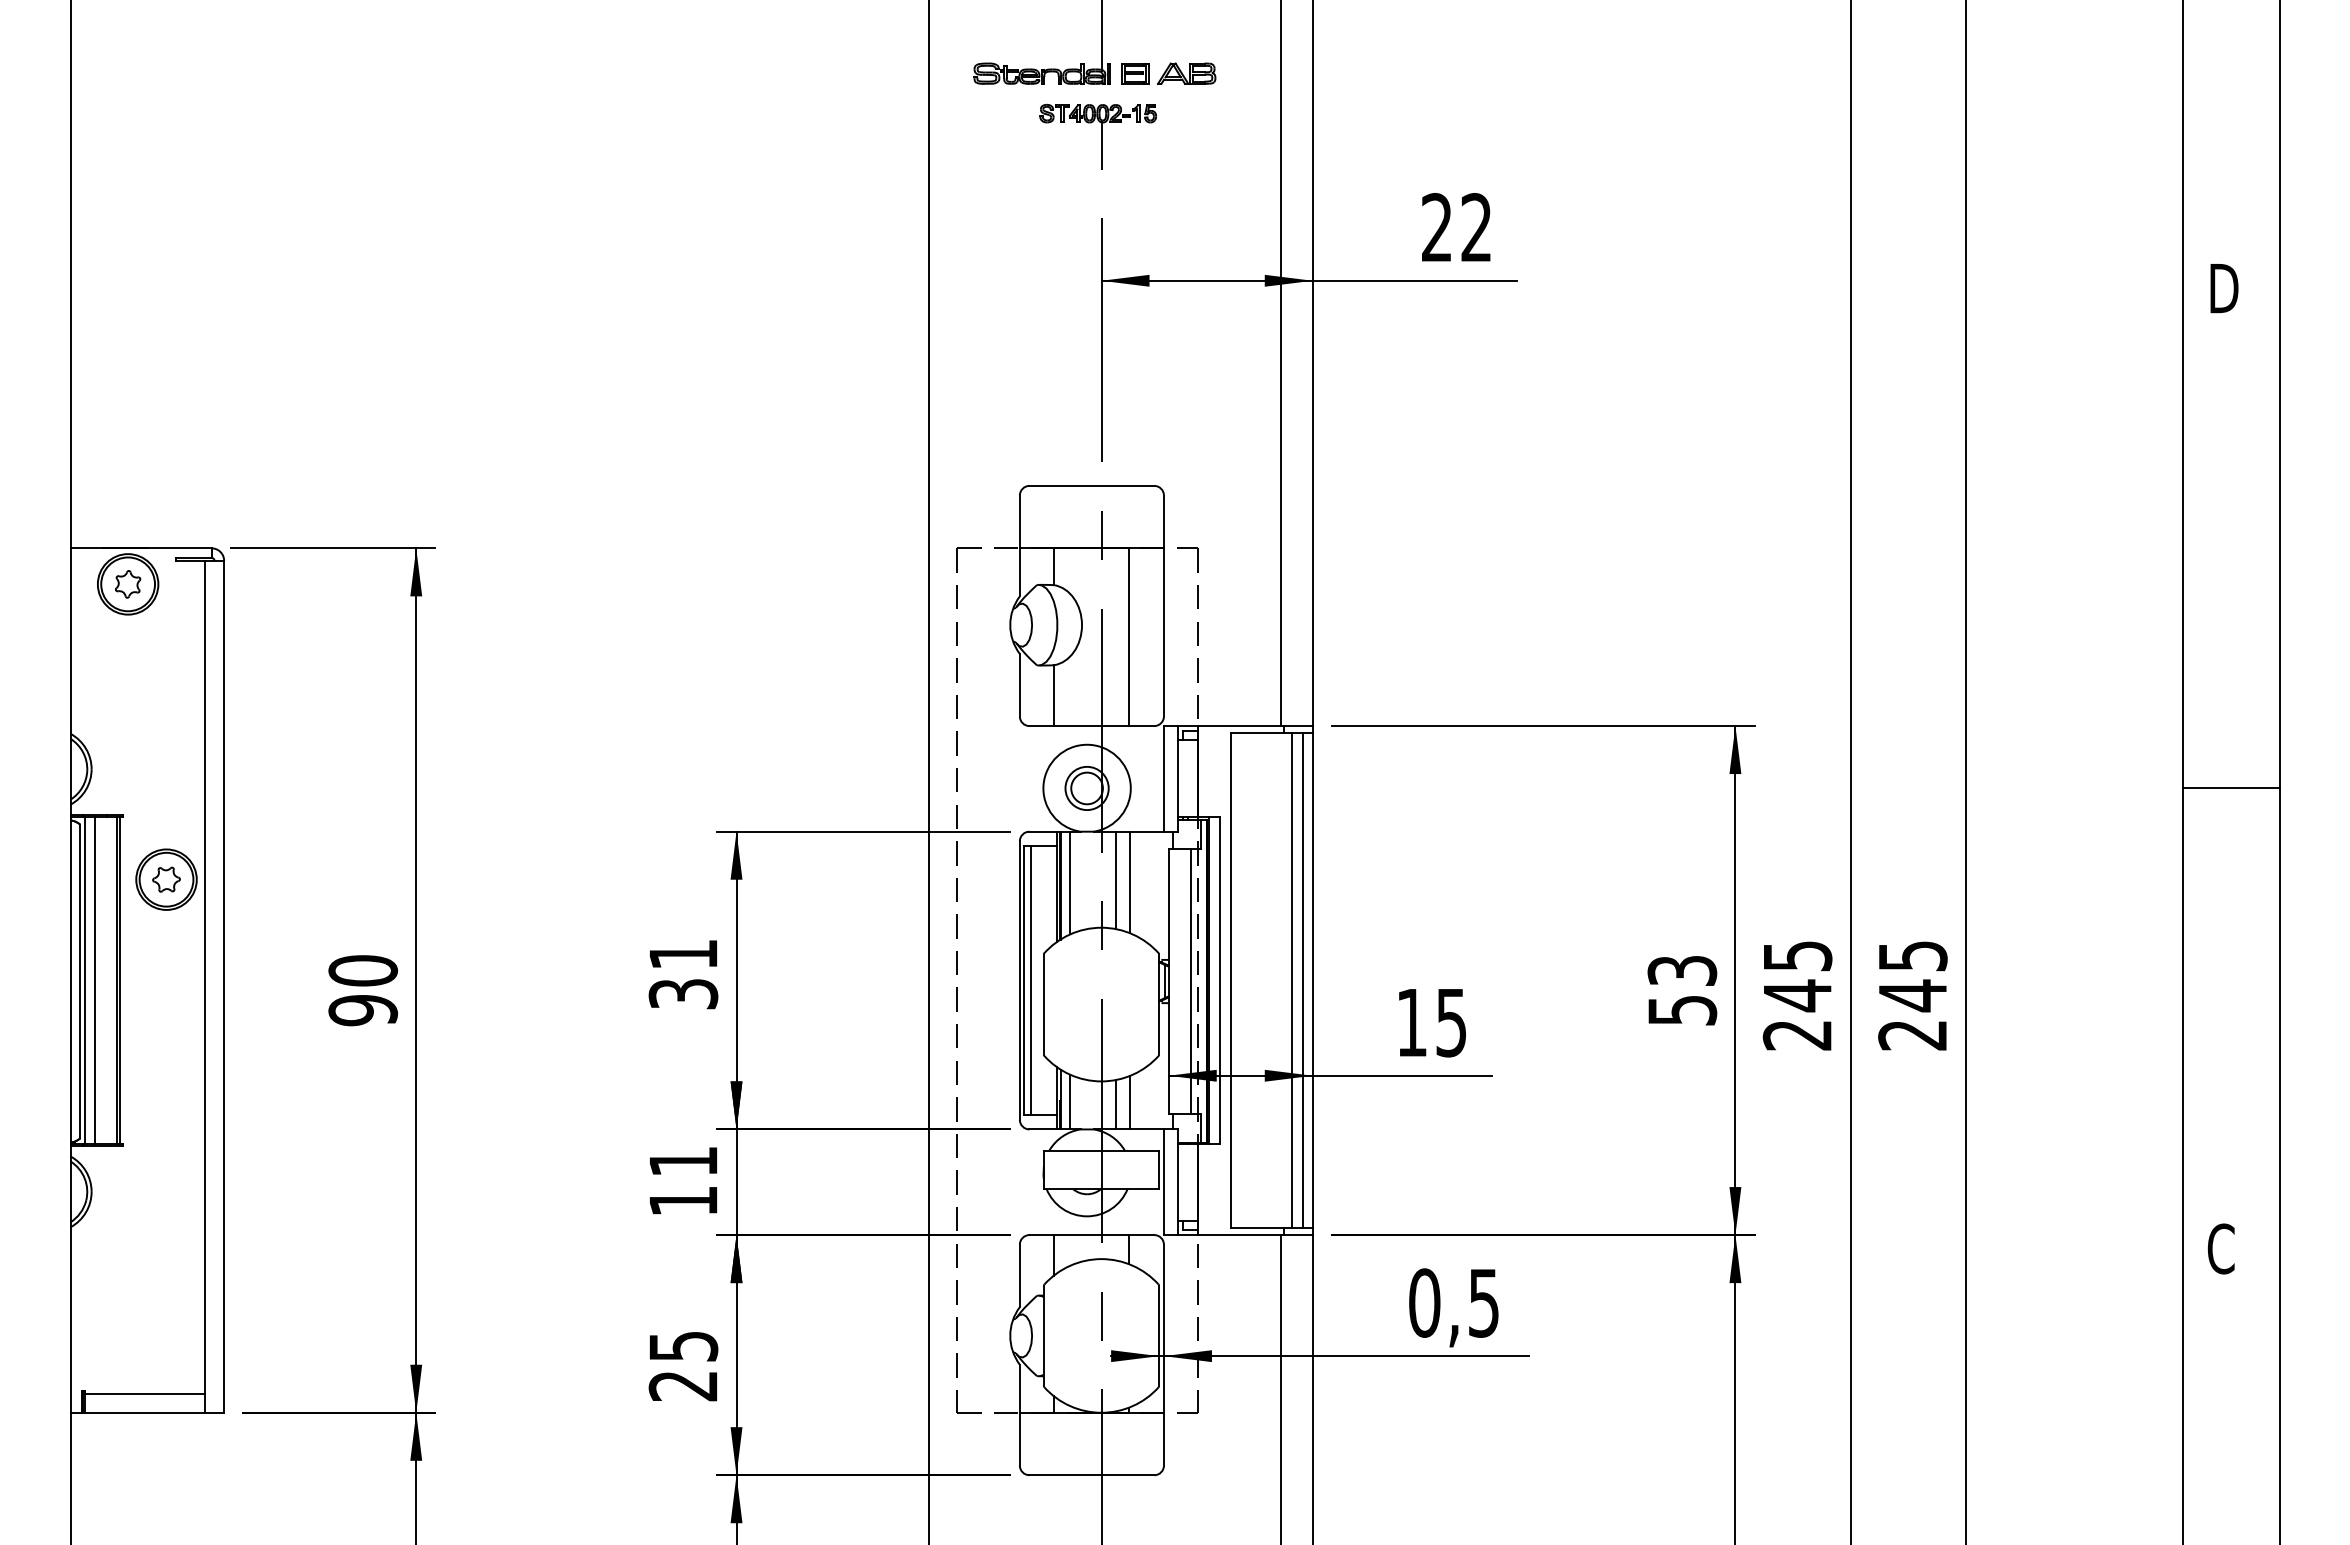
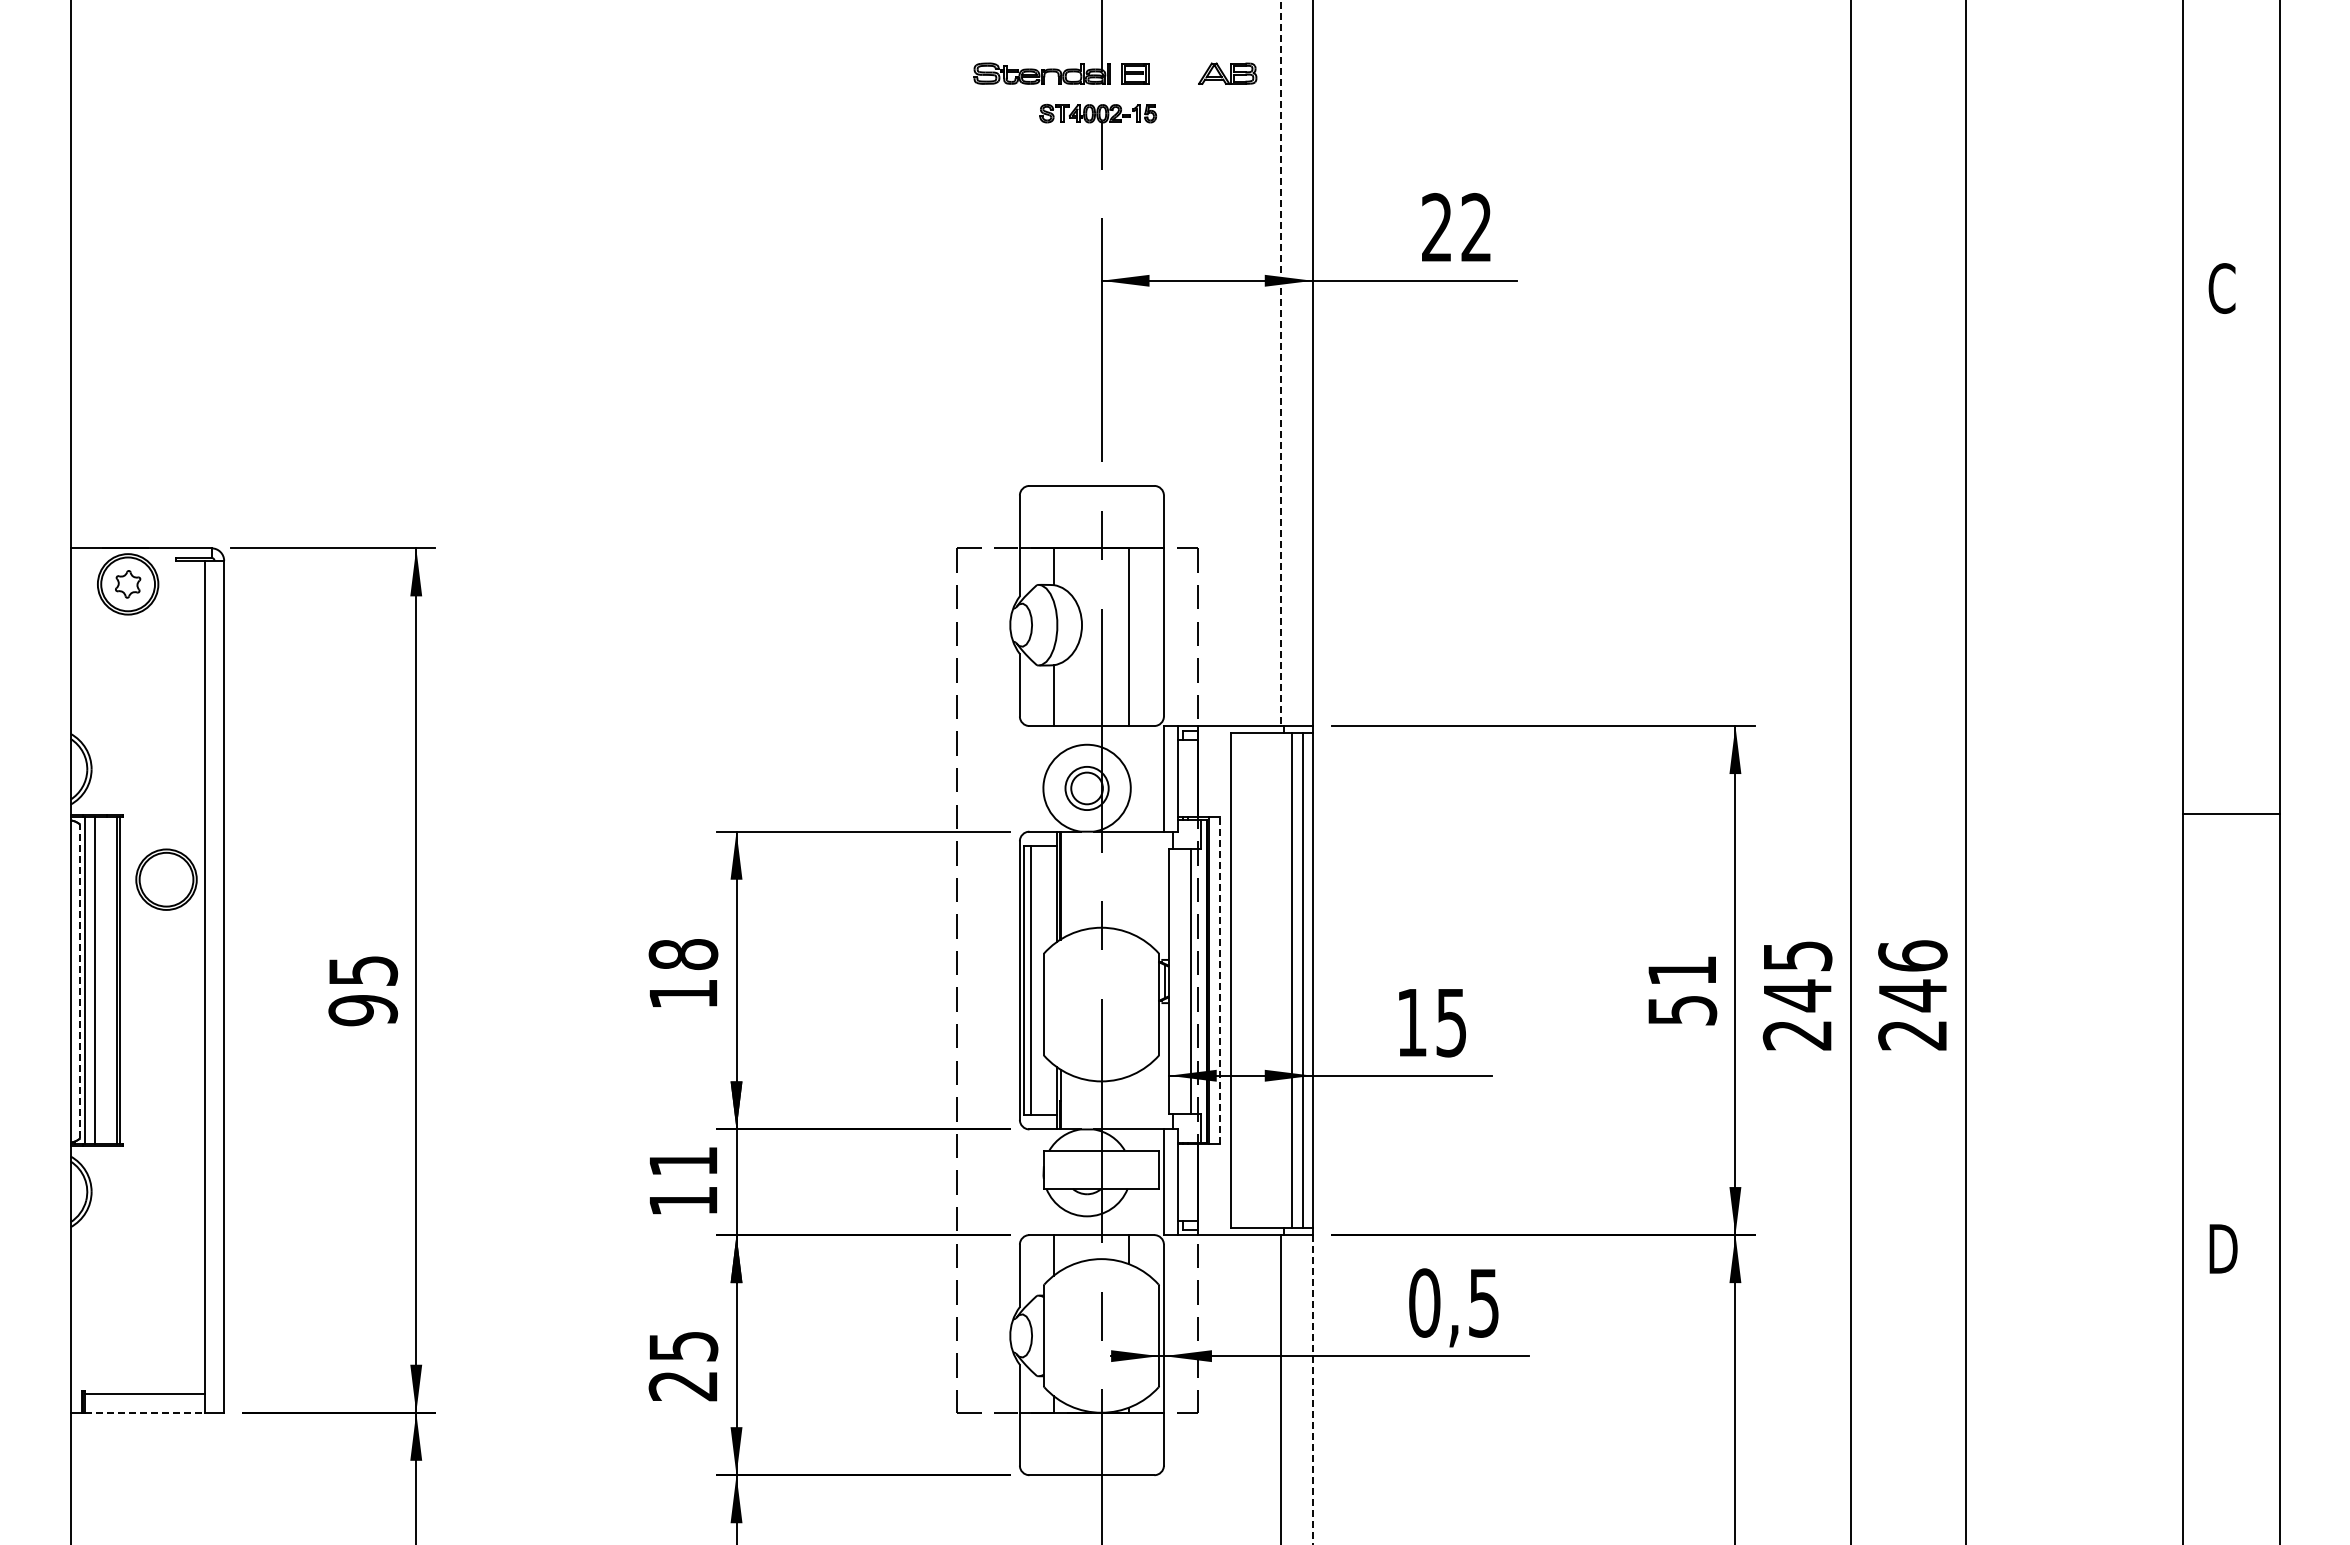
part at (1186, 73) position: (1186, 73) -> (1227, 73)
text at (2223, 288): D -> C
line at (1281, 363): solid -> dashed
line at (928, 771): present -> none
line at (2231, 788) position: (2231, 788) -> (2231, 814)
part at (166, 879): present -> none
line at (1116, 880): present -> none
line at (1070, 882): present -> none
line at (1130, 882): present -> none
text at (1912, 955): 245 -> 246
text at (363, 970): 90 -> 95
text at (1682, 970): 53 -> 51
text at (683, 974): 31 -> 18
line at (1219, 980): solid -> dashed
line at (80, 981): solid -> dashed
line at (1070, 1101): present -> none
line at (1130, 1102): present -> none
line at (1116, 1104): present -> none
text at (2222, 1248): C -> D
line at (1312, 1389): solid -> dashed
line at (145, 1412): solid -> dashed
